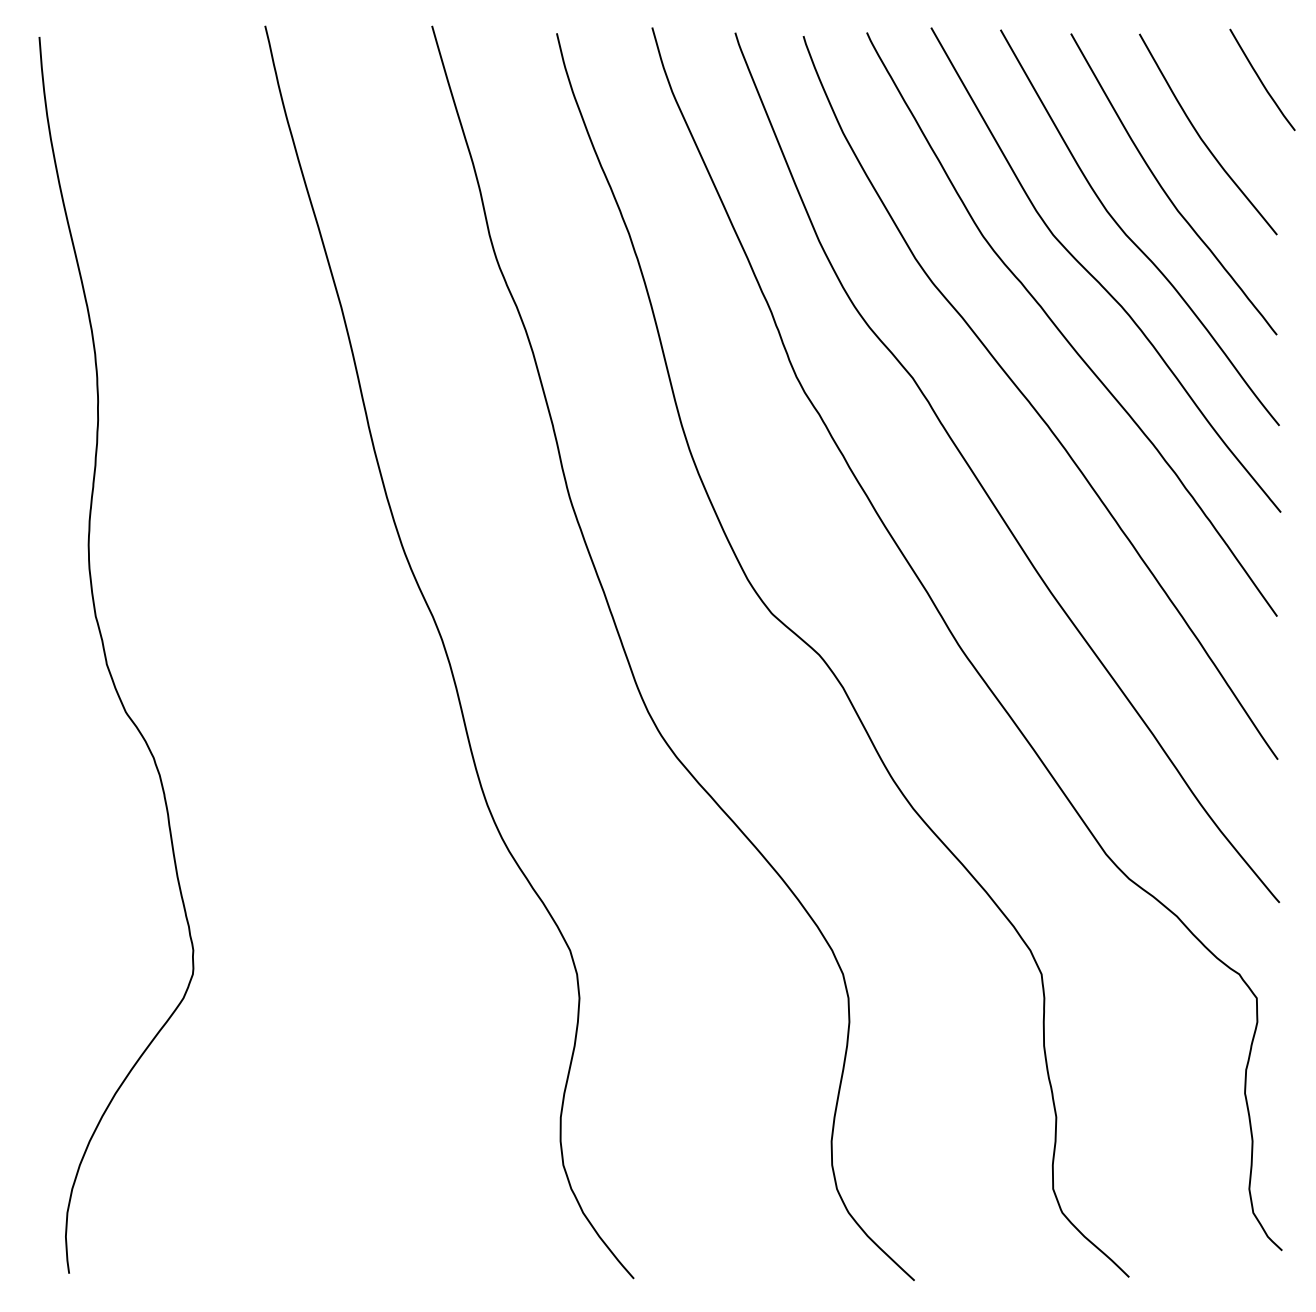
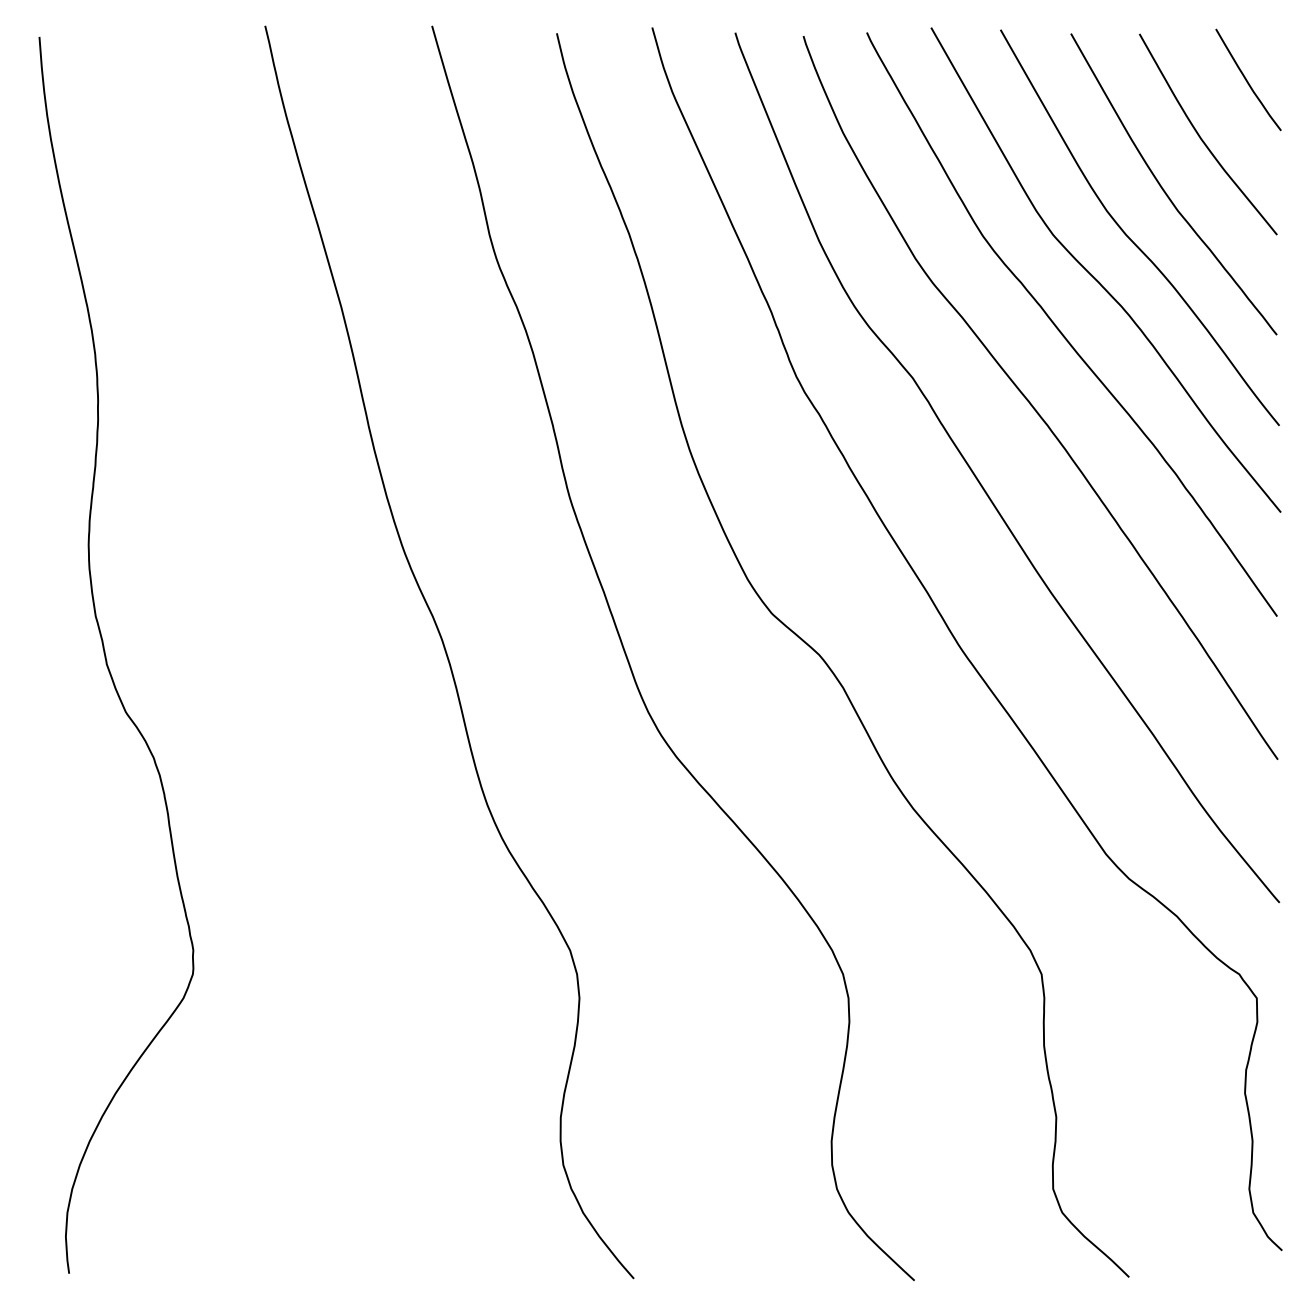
curve at (1261, 79) position: (1261, 79) -> (1247, 79)
